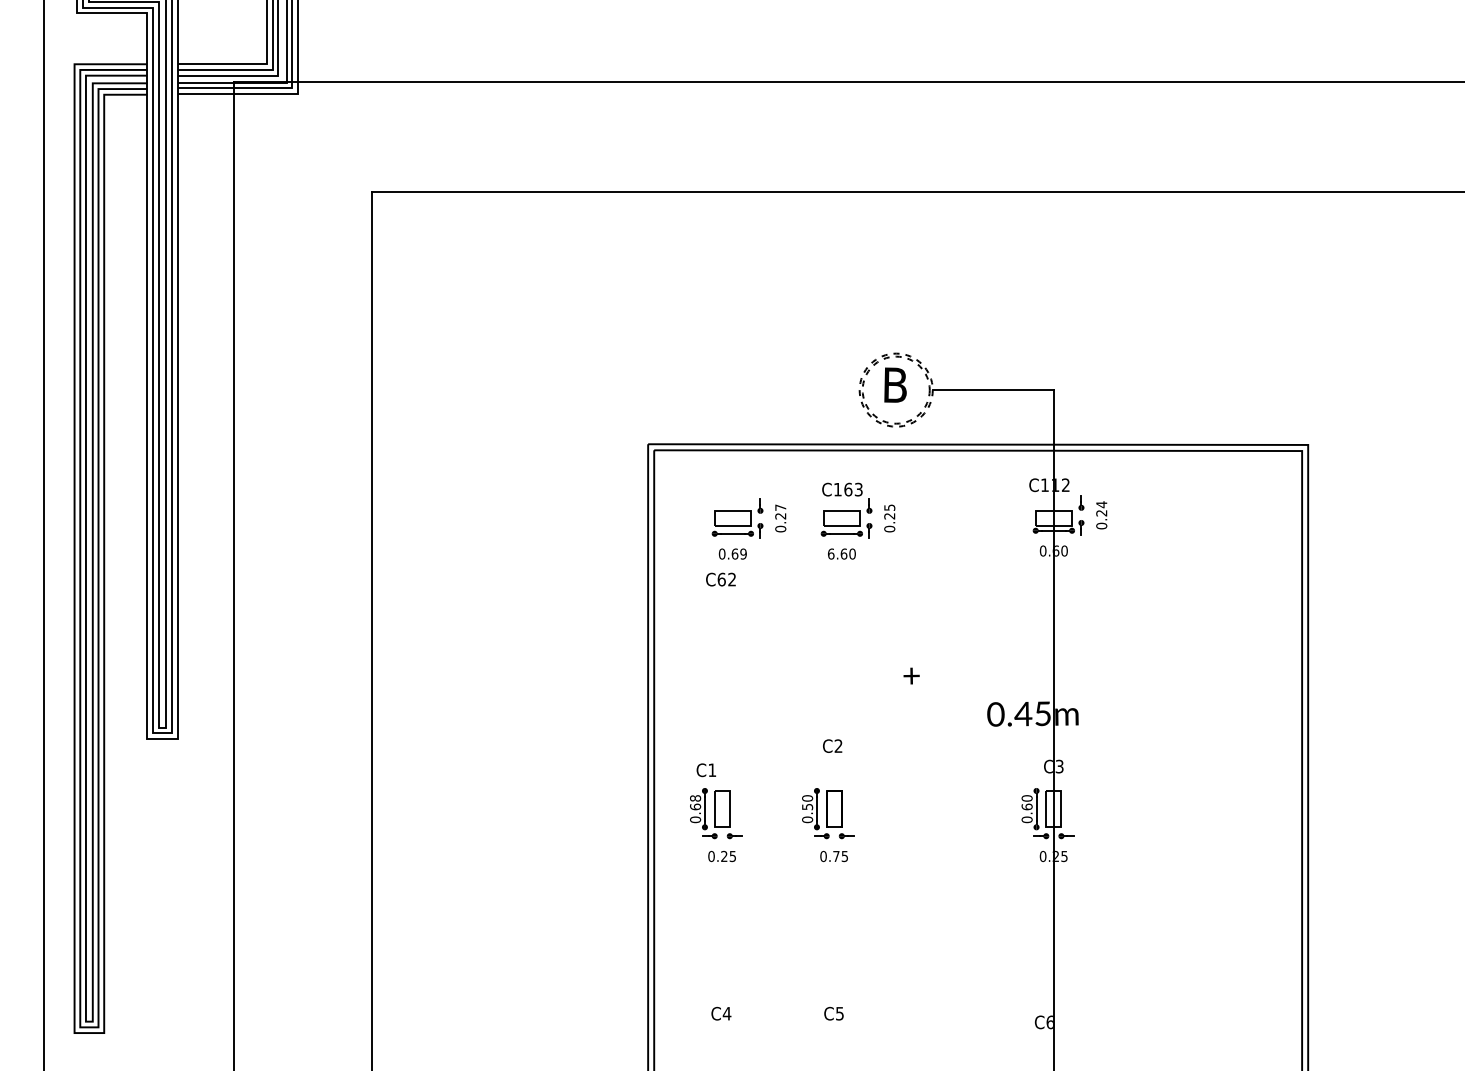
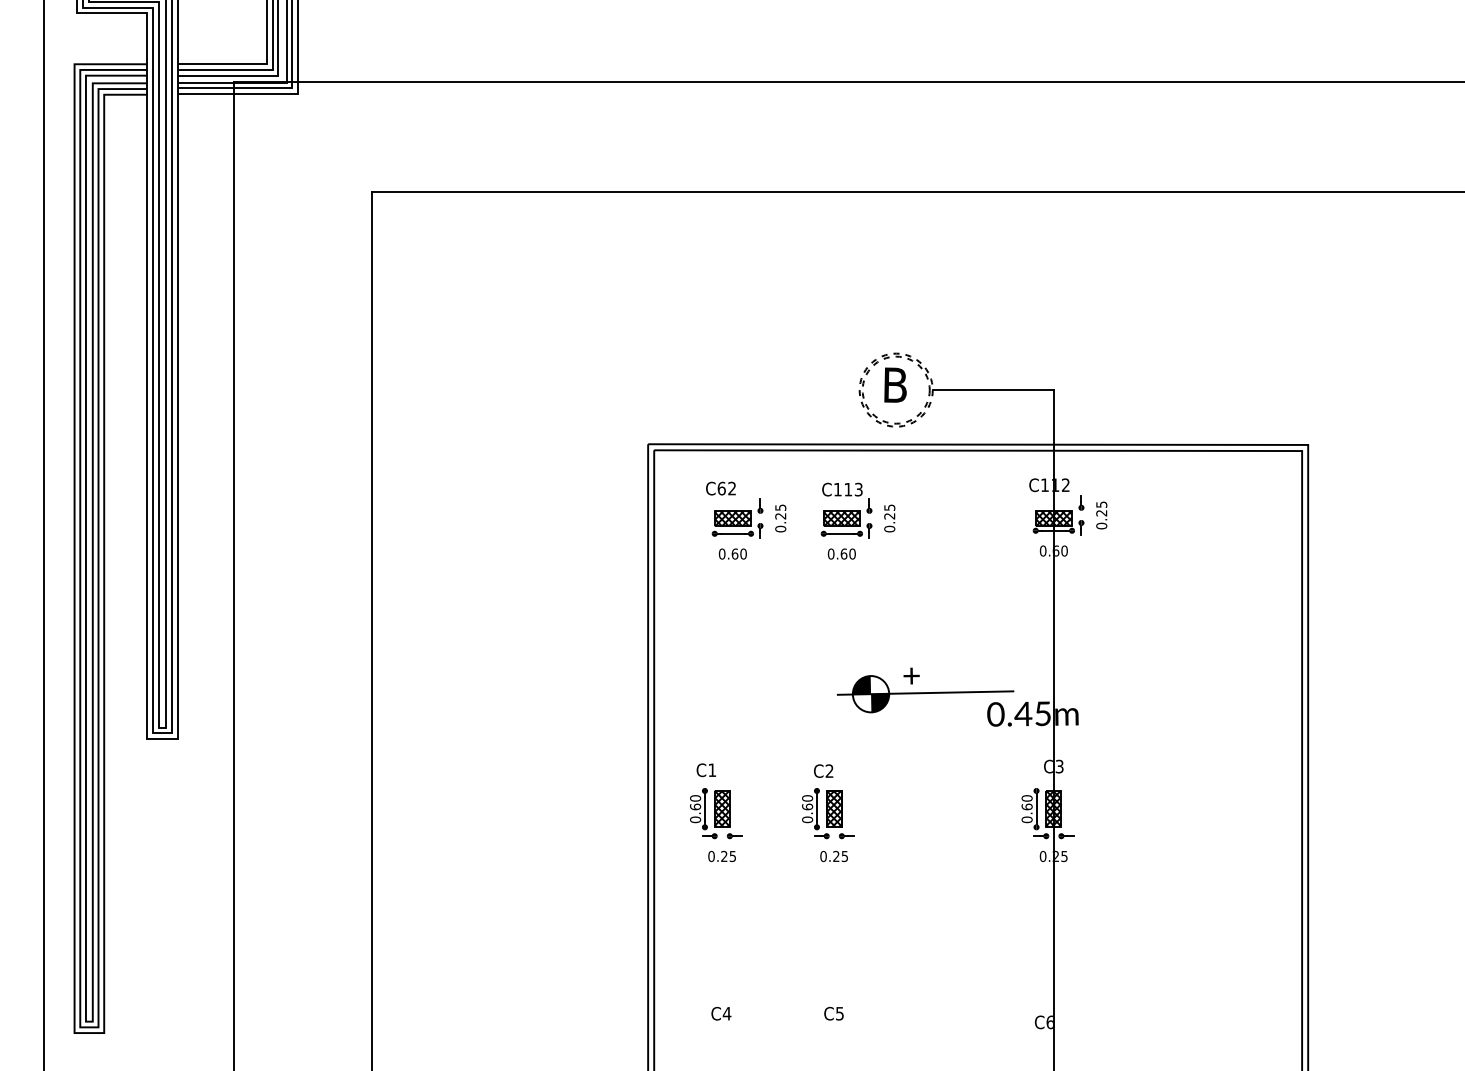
text at (848, 489): C163 -> C113
text at (1101, 504): 0.24 -> 0.25
text at (780, 507): 0.27 -> 0.25
hatch at (732, 517): none -> present
hatch at (841, 517): none -> present
hatch at (1053, 517): none -> present
text at (743, 553): 0.69 -> 0.60
text at (831, 553): 6.60 -> 0.60
text at (720, 579) position: (720, 579) -> (720, 488)
part at (925, 694): none -> present
text at (832, 745) position: (832, 745) -> (823, 770)
text at (695, 798): 0.68 -> 0.60
text at (807, 806): 0.50 -> 0.60
hatch at (721, 808): none -> present
hatch at (833, 808): none -> present
hatch at (1053, 808): none -> present
text at (836, 855): 0.75 -> 0.25
